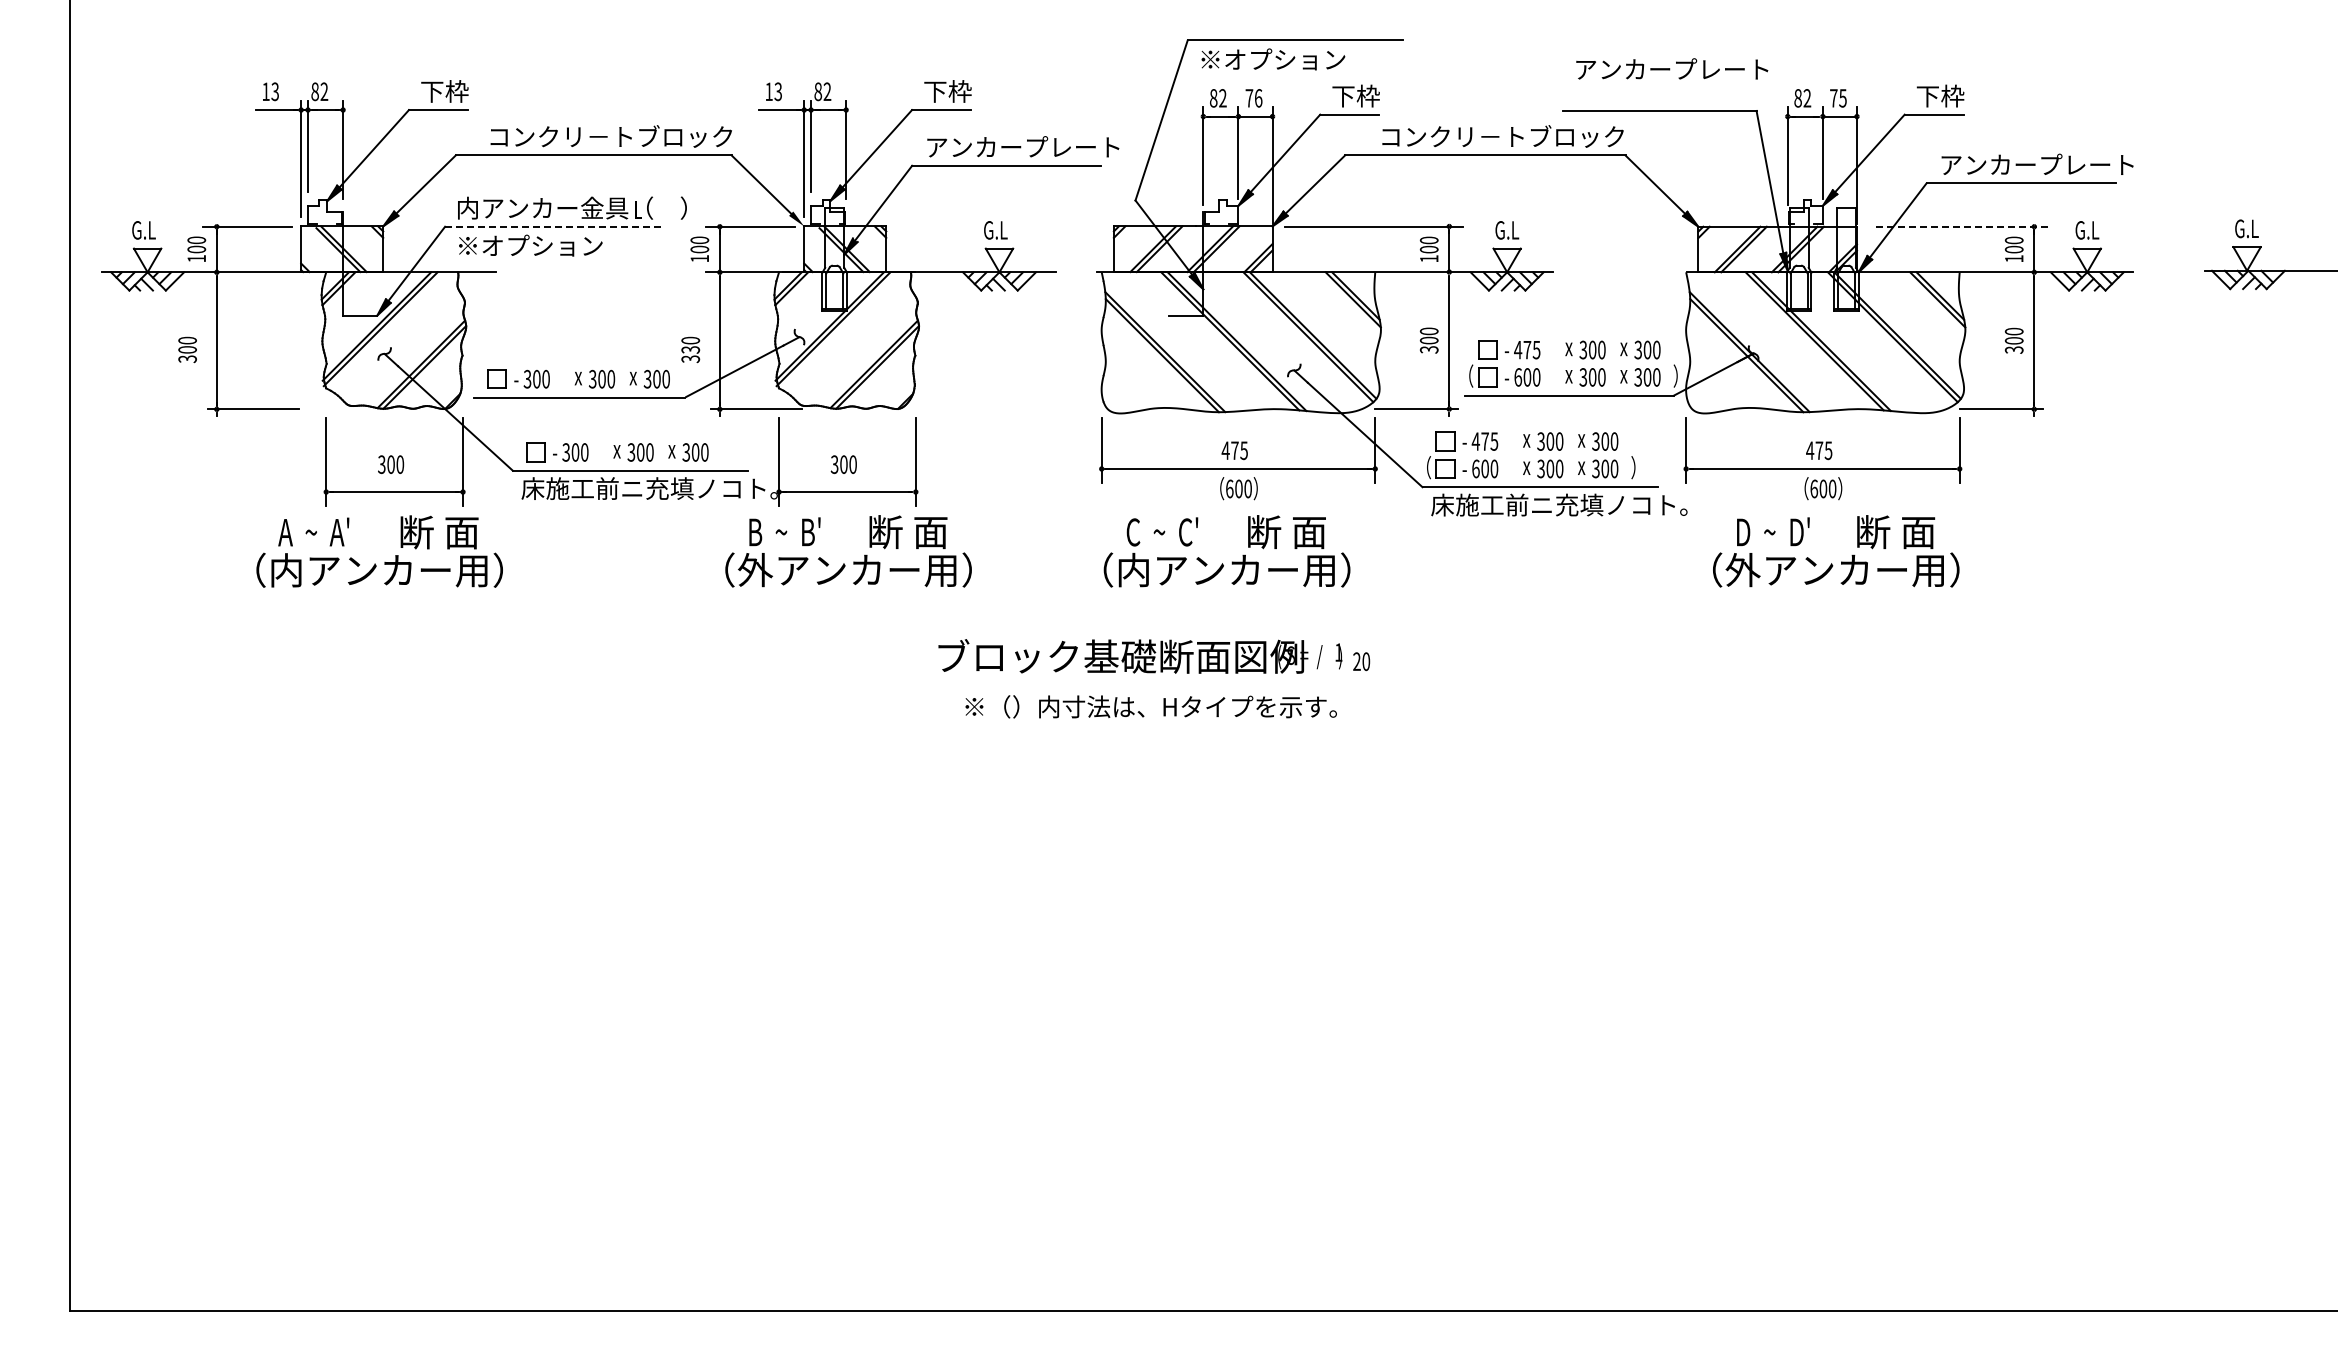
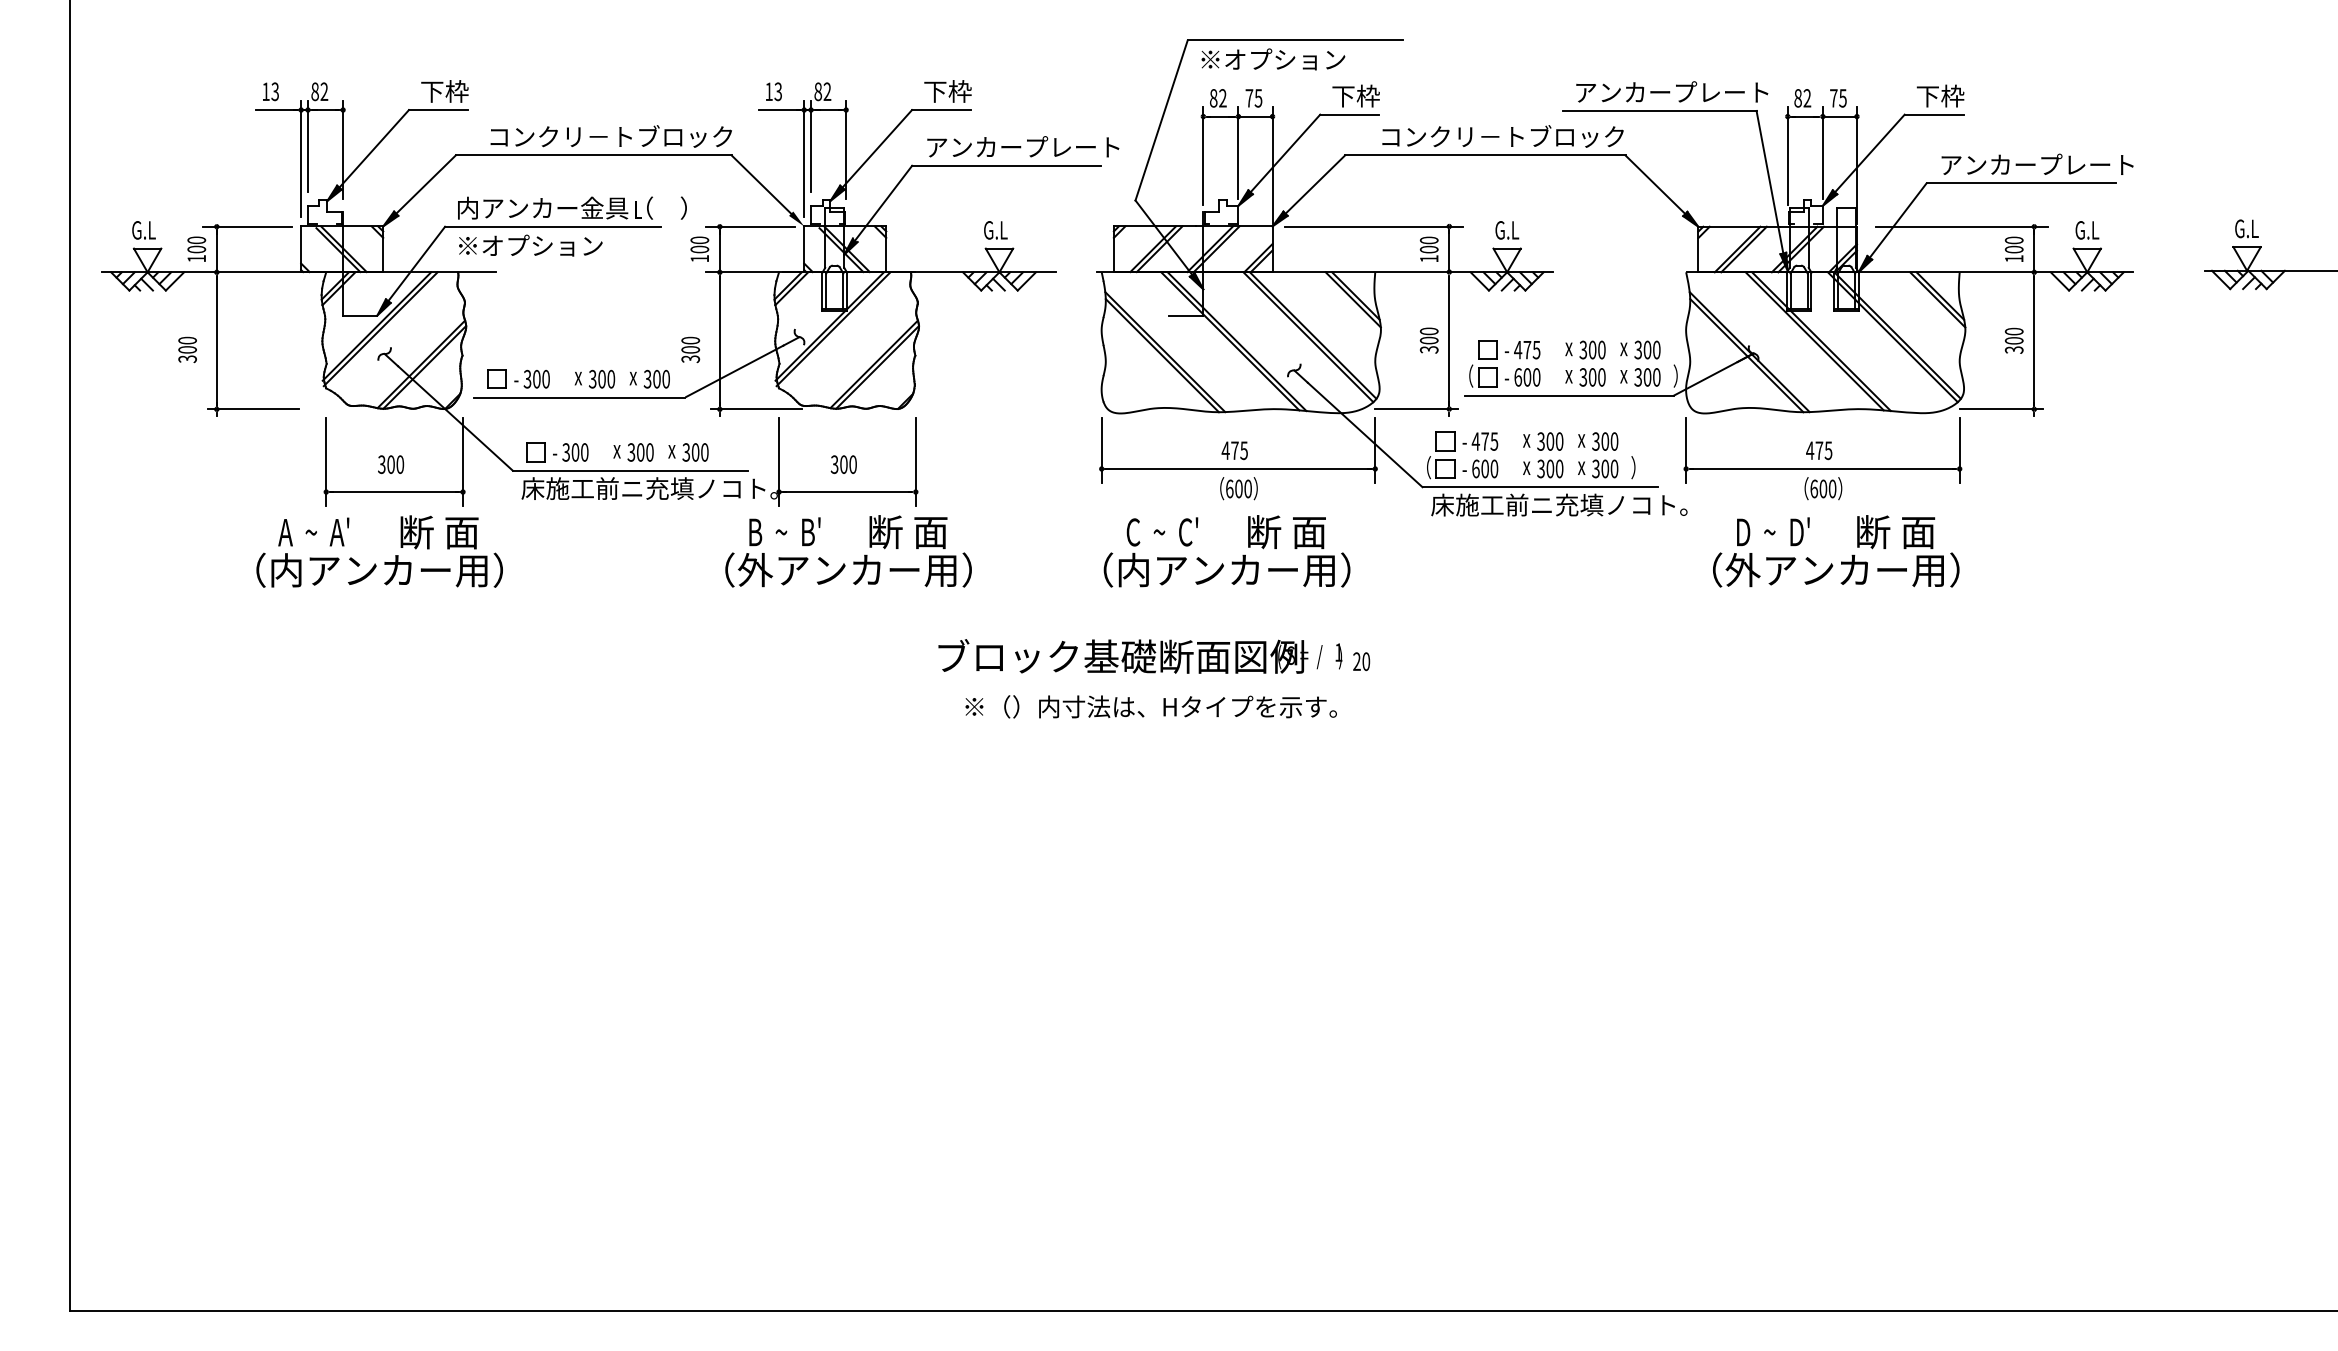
text at (1672, 68) position: (1672, 68) -> (1672, 91)
text at (1258, 98): 76 -> 75
line at (552, 226): dashed -> solid
line at (1962, 226): dashed -> solid
text at (690, 349): 330 -> 300
